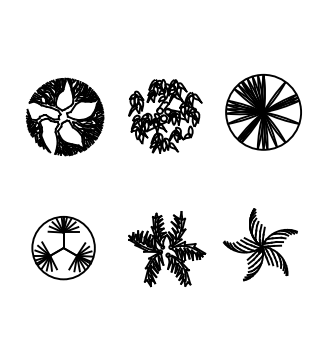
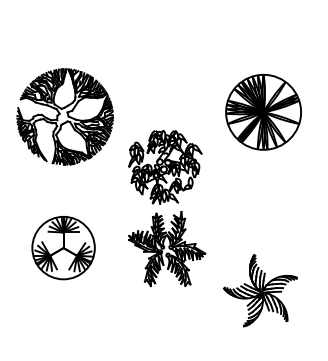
part at (64, 116) size: 80x80 px -> 98x98 px
part at (165, 116) position: (165, 116) -> (165, 167)
part at (259, 244) position: (259, 244) -> (259, 290)
